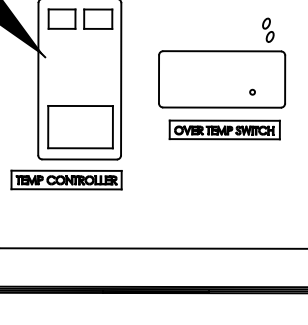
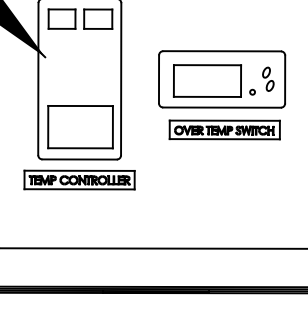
part at (268, 29) position: (268, 29) -> (268, 78)
part at (206, 80): none -> present
part at (66, 179) position: (66, 179) -> (79, 179)
